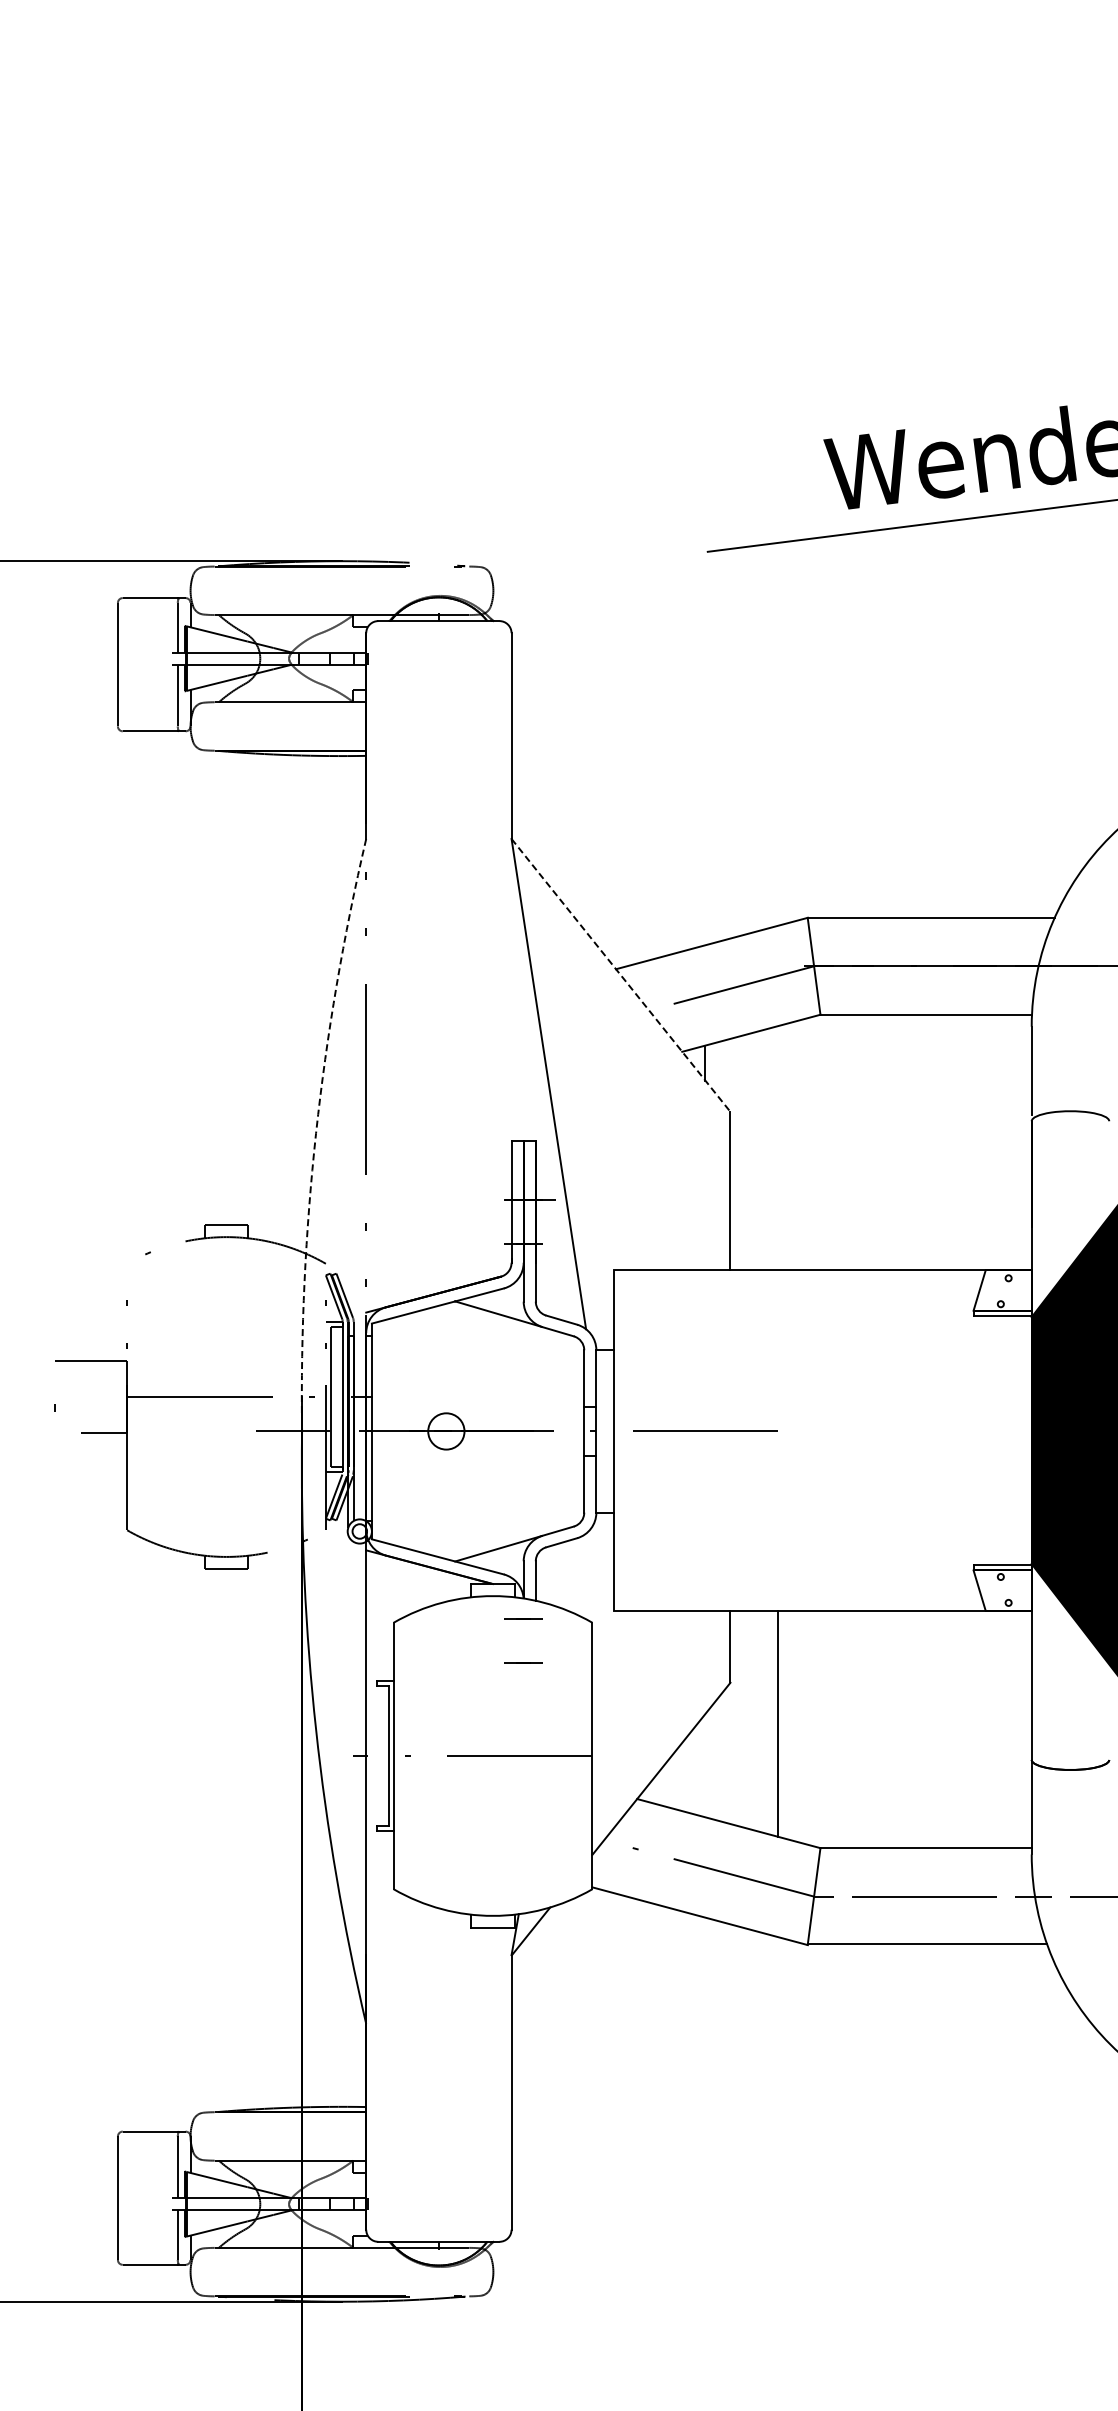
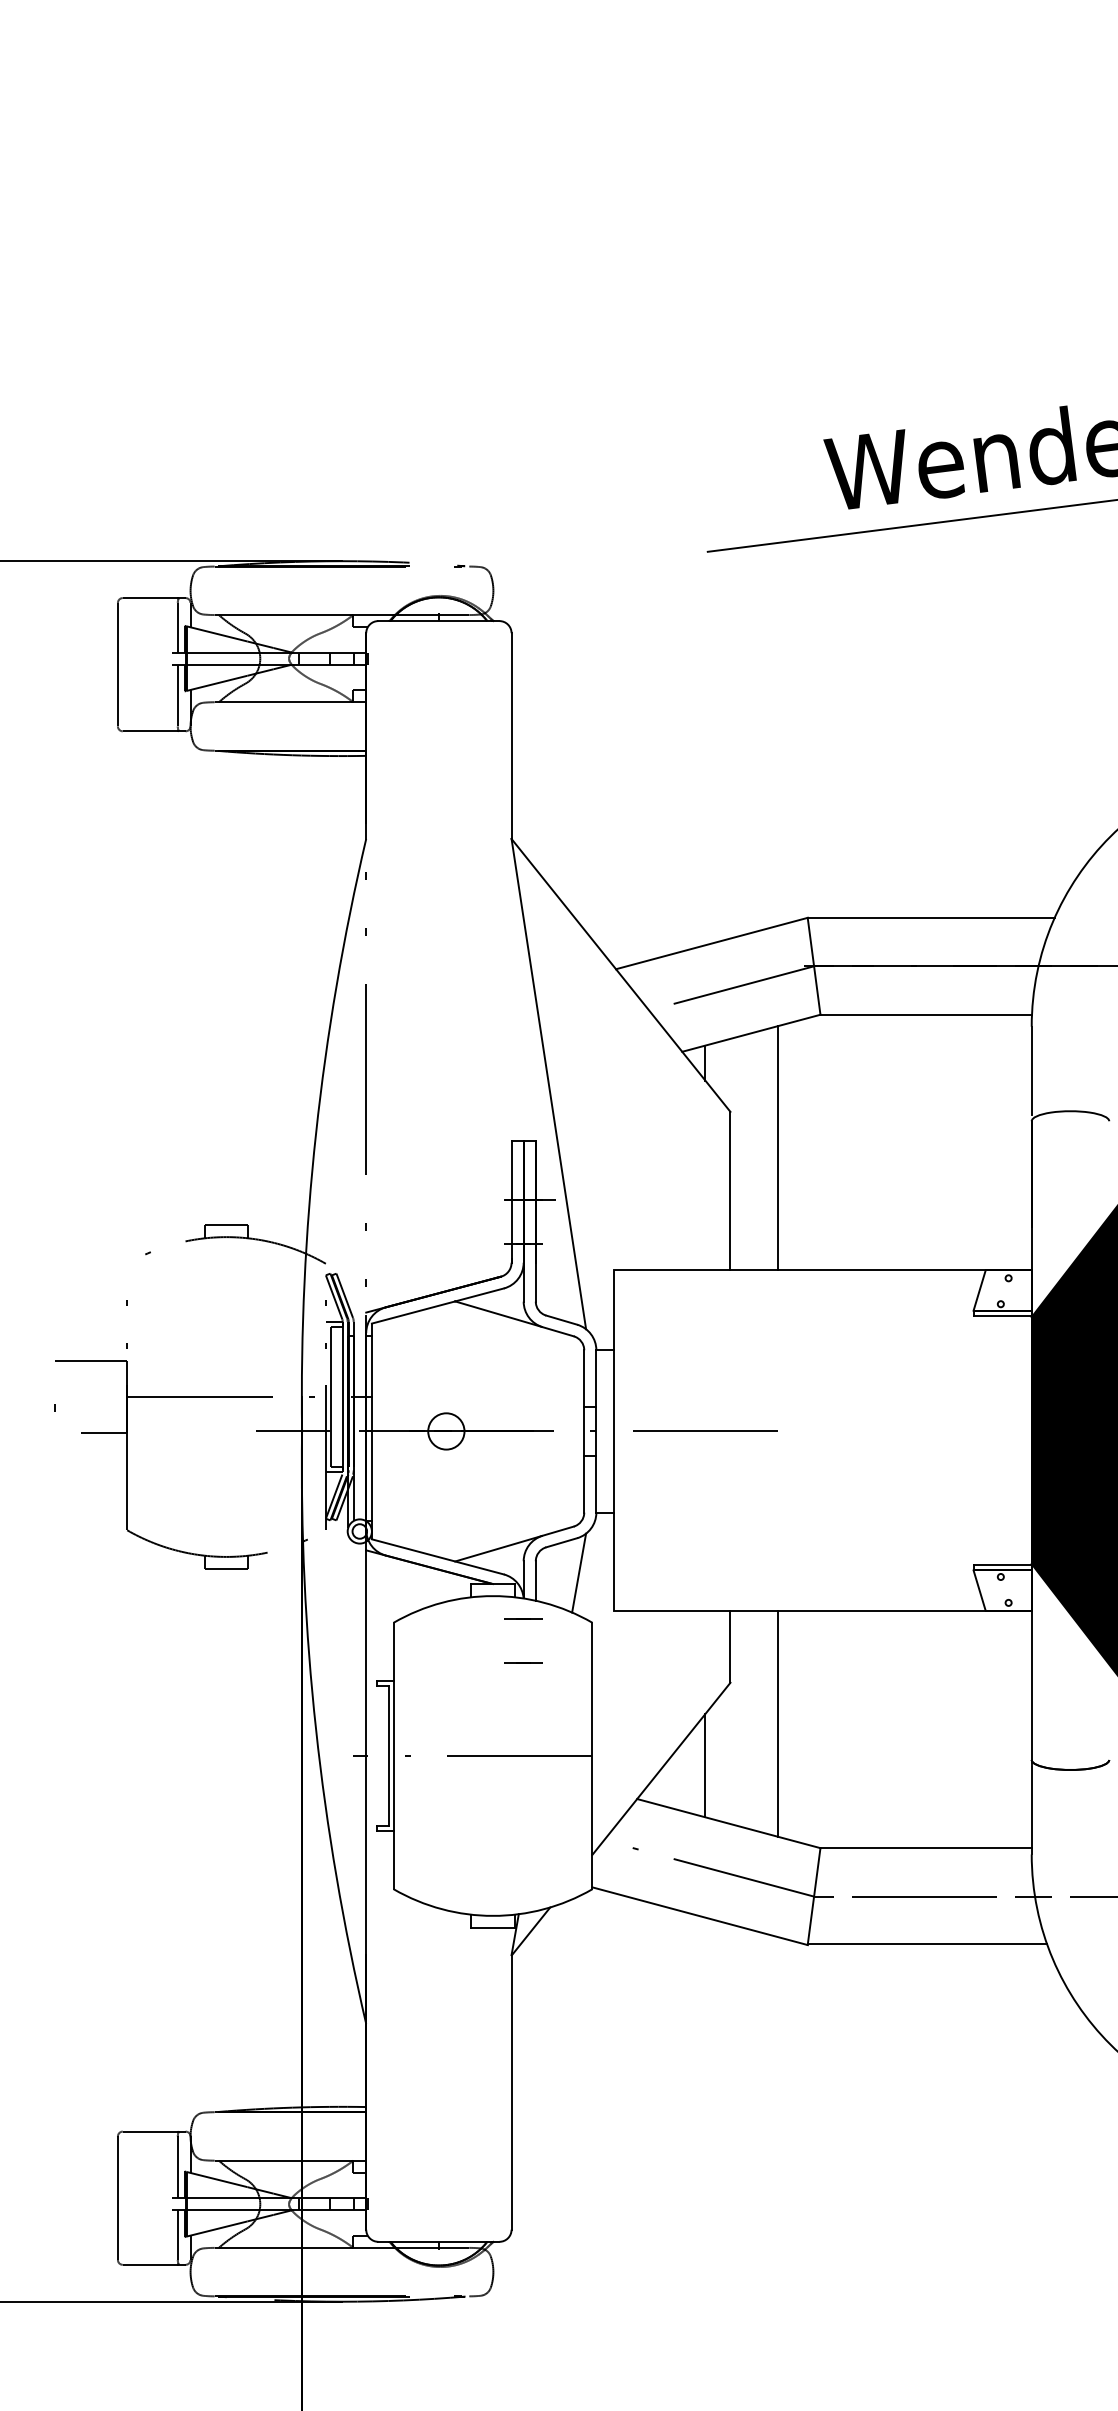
line at (621, 975): dashed -> solid
arc at (316, 1133): dashed -> solid
line at (778, 1148): none -> present
line at (579, 1572): none -> present
line at (705, 1765): none -> present
